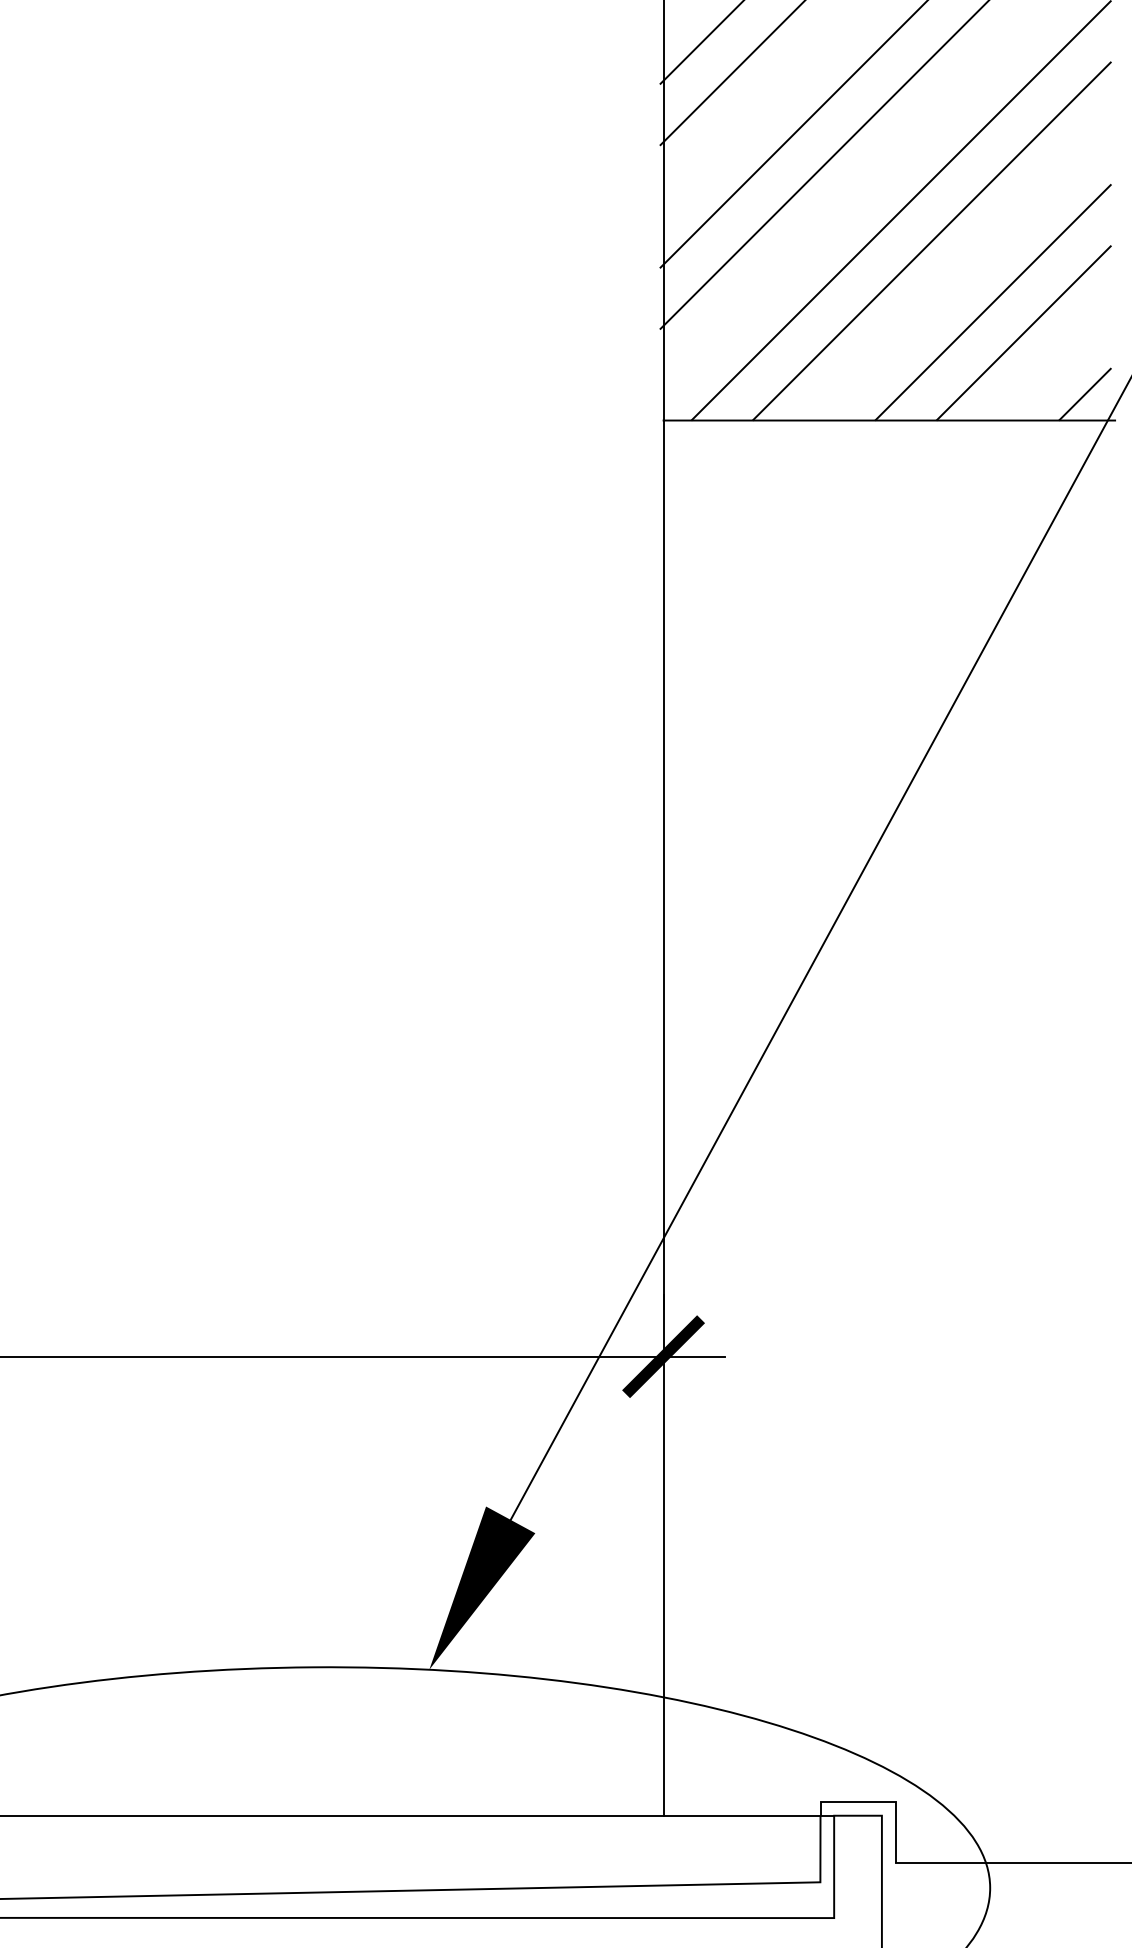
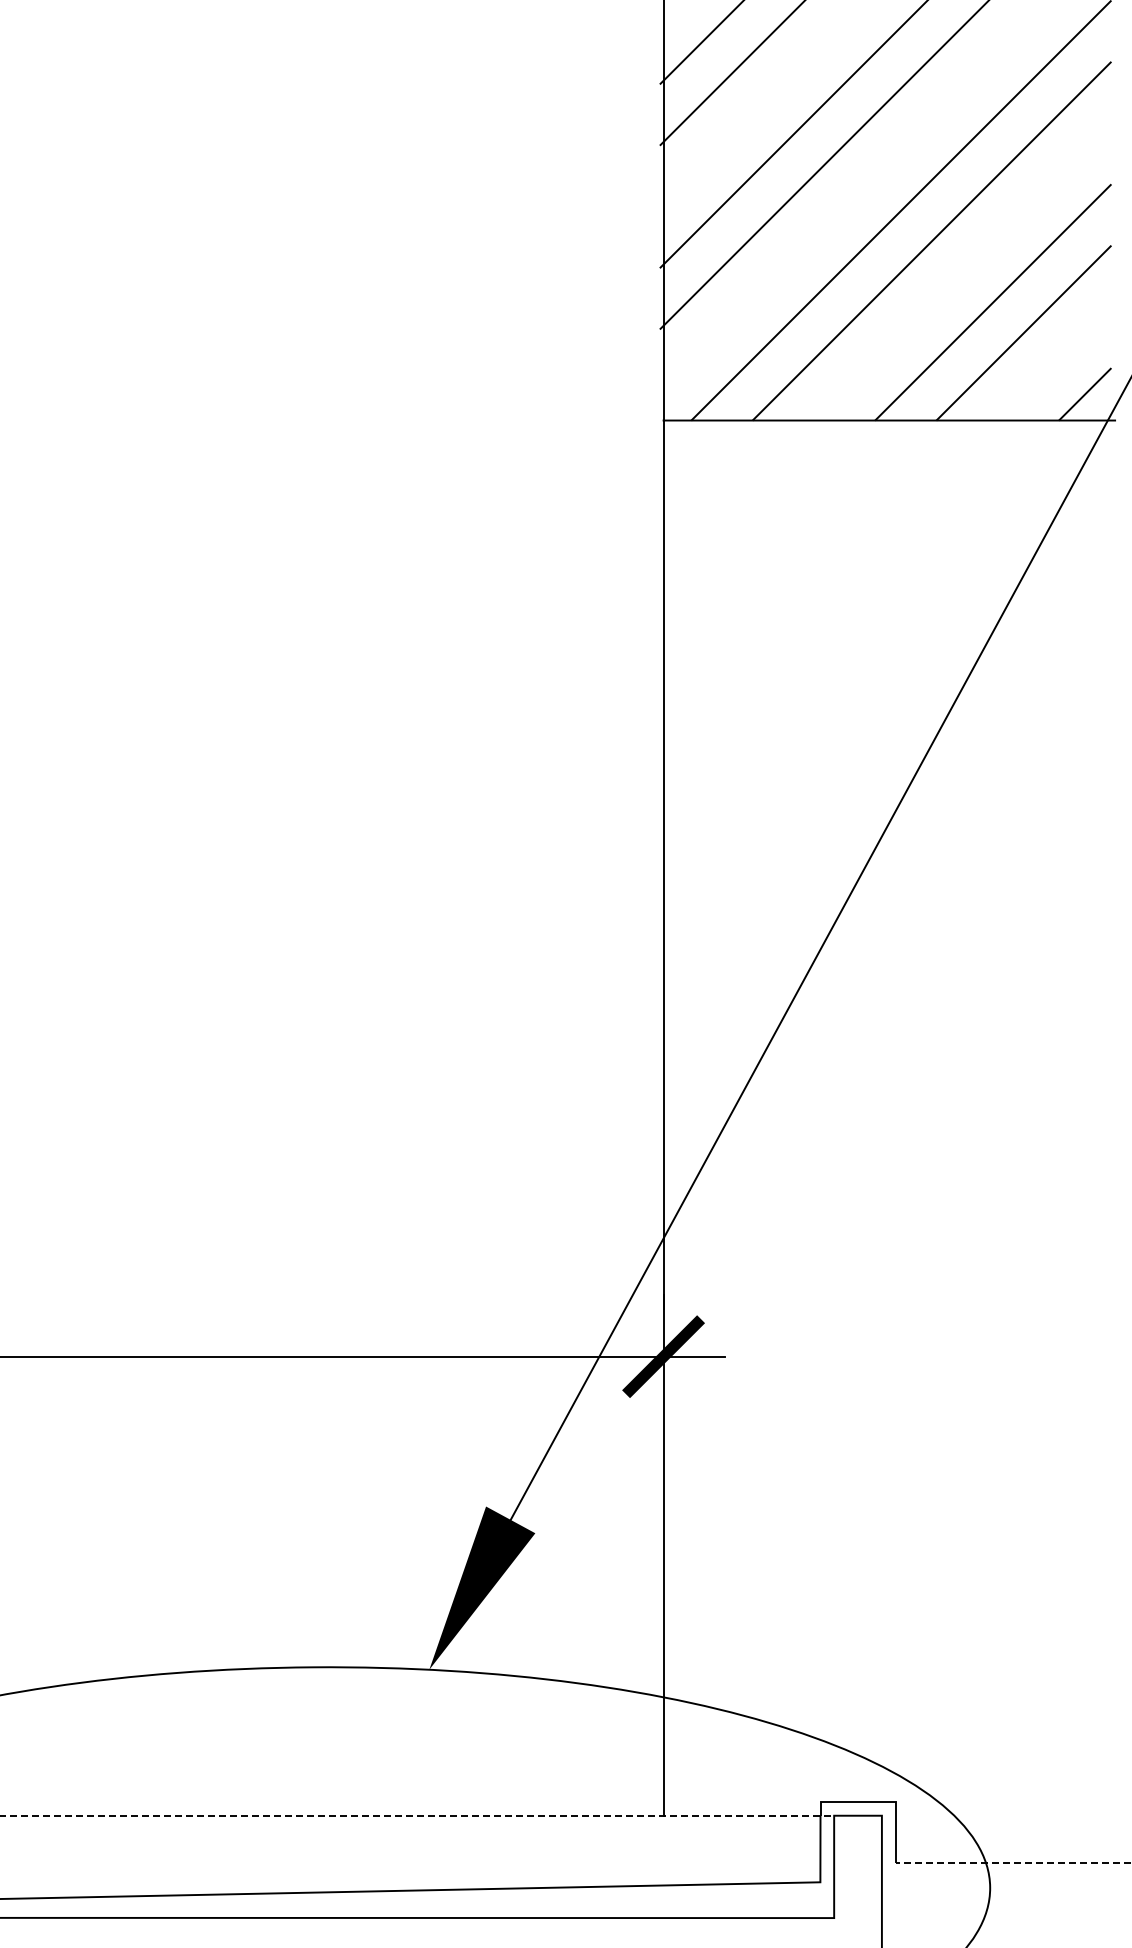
line at (417, 1815): solid -> dashed
line at (1013, 1863): solid -> dashed
